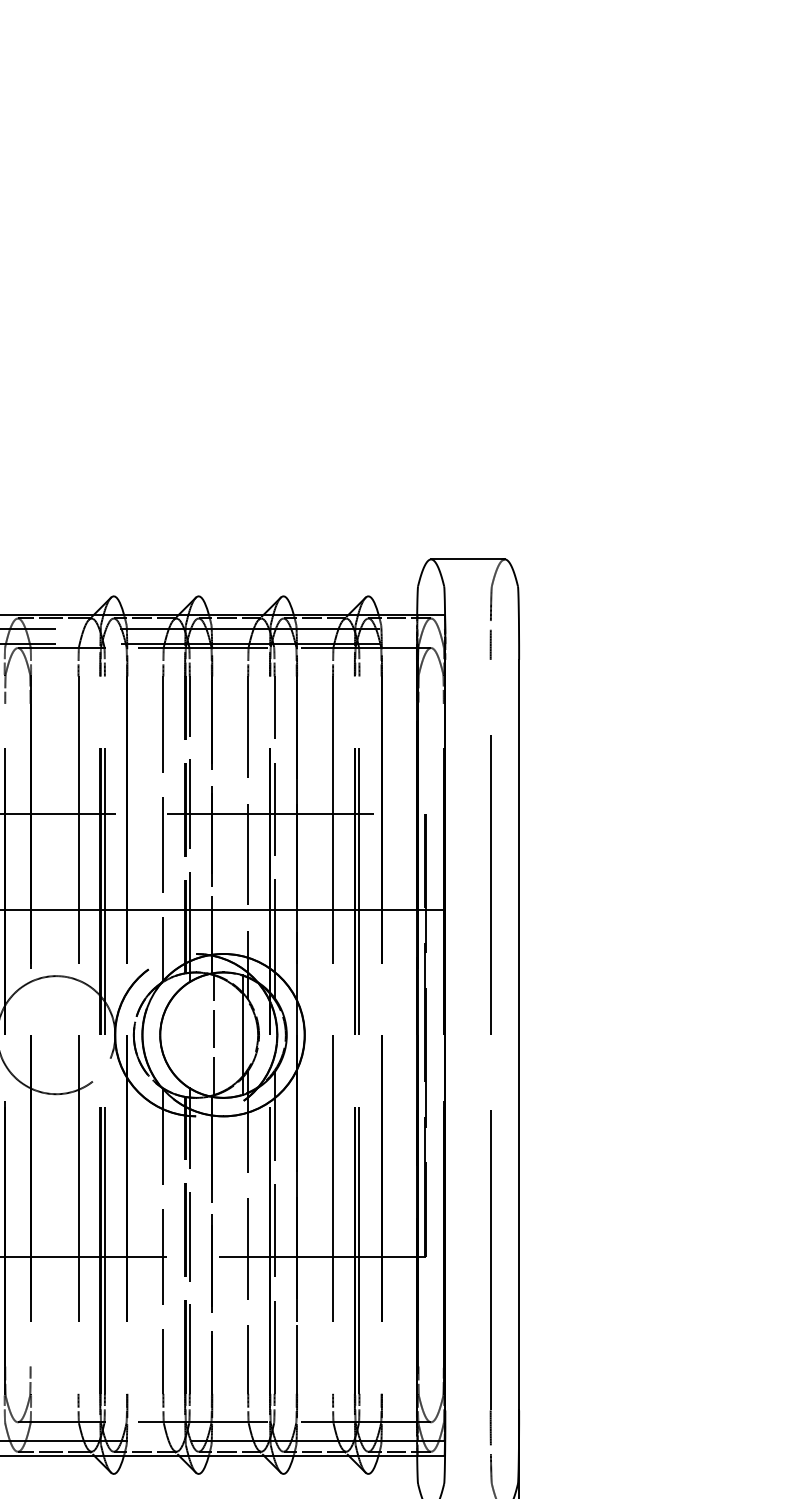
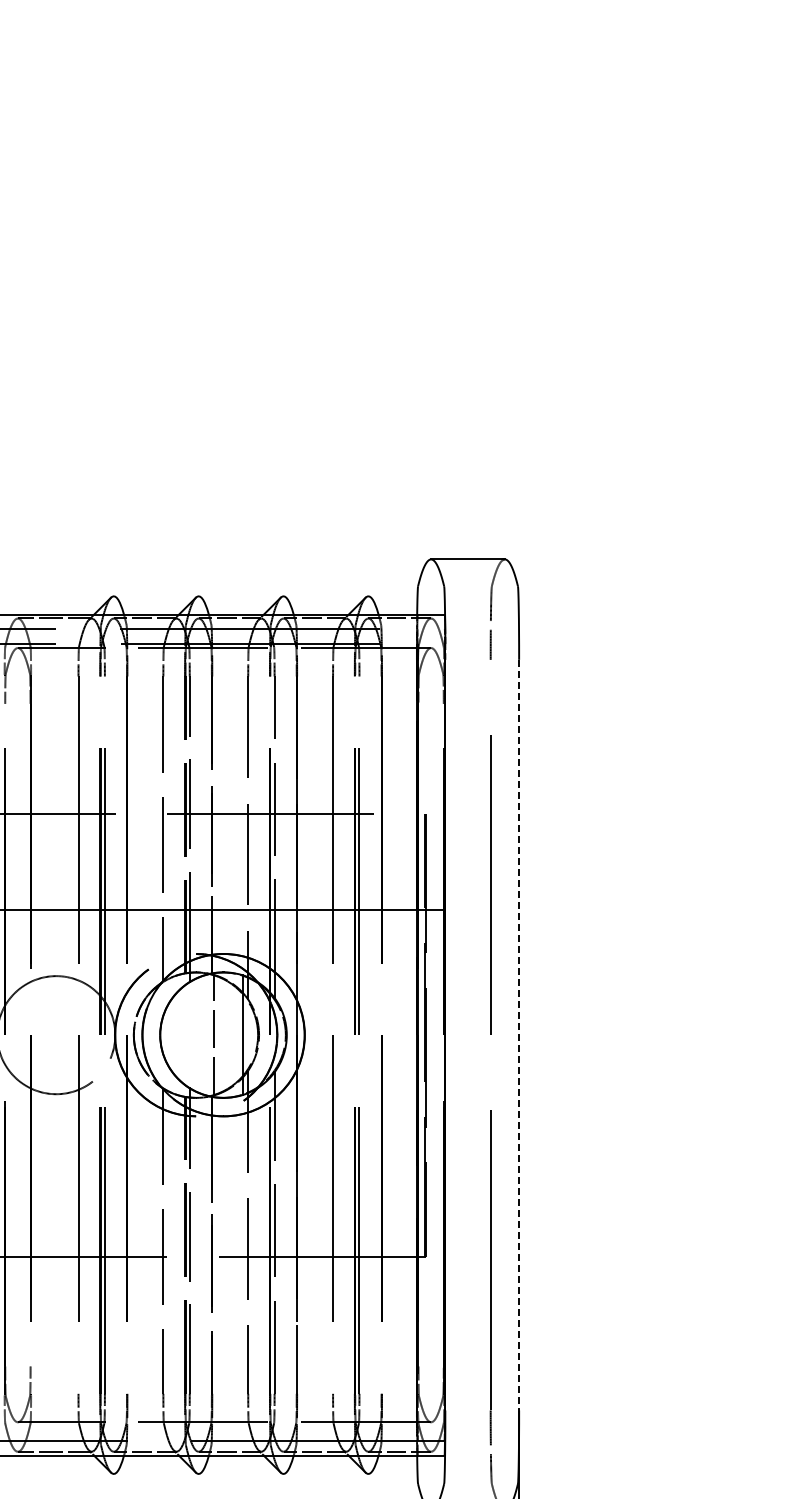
line at (519, 1035): solid -> dashed
